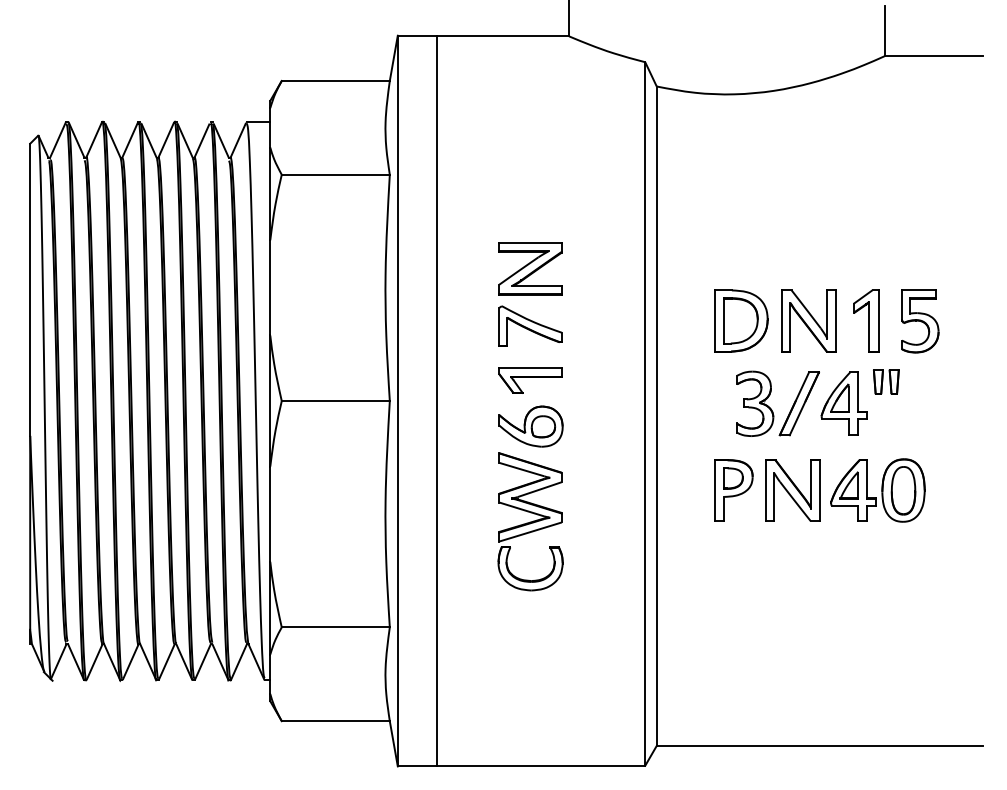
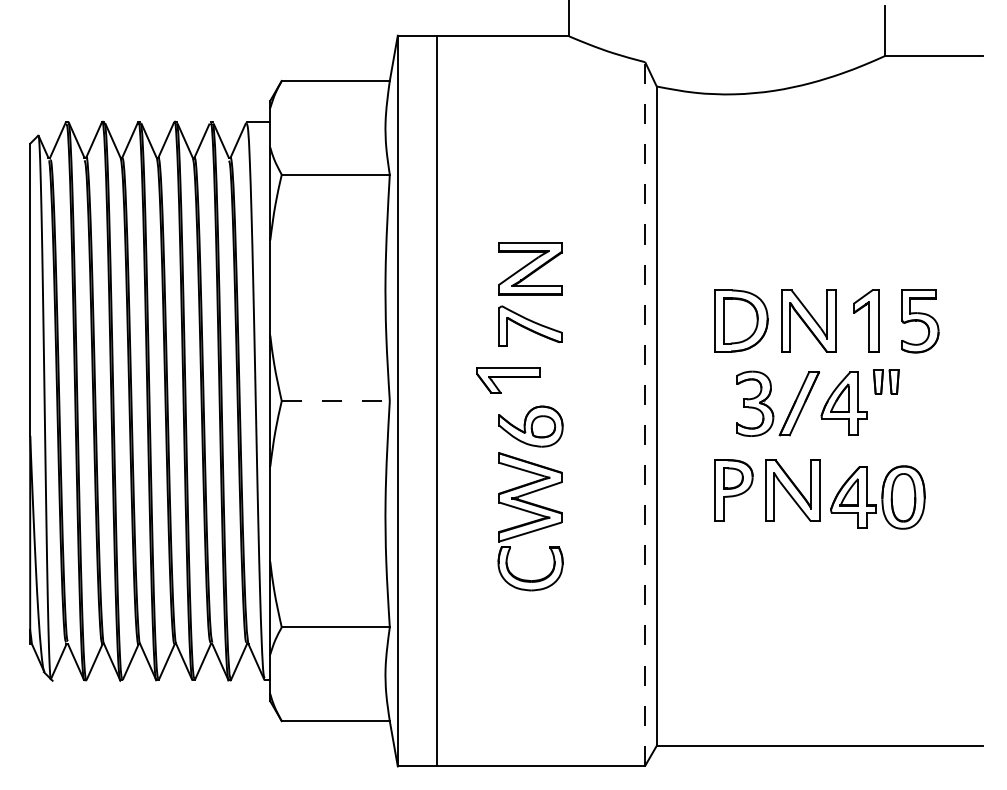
part at (530, 380) position: (530, 380) -> (508, 380)
line at (336, 401): solid -> dashed
line at (645, 414): solid -> dashed
part at (877, 490) position: (877, 490) -> (877, 497)
